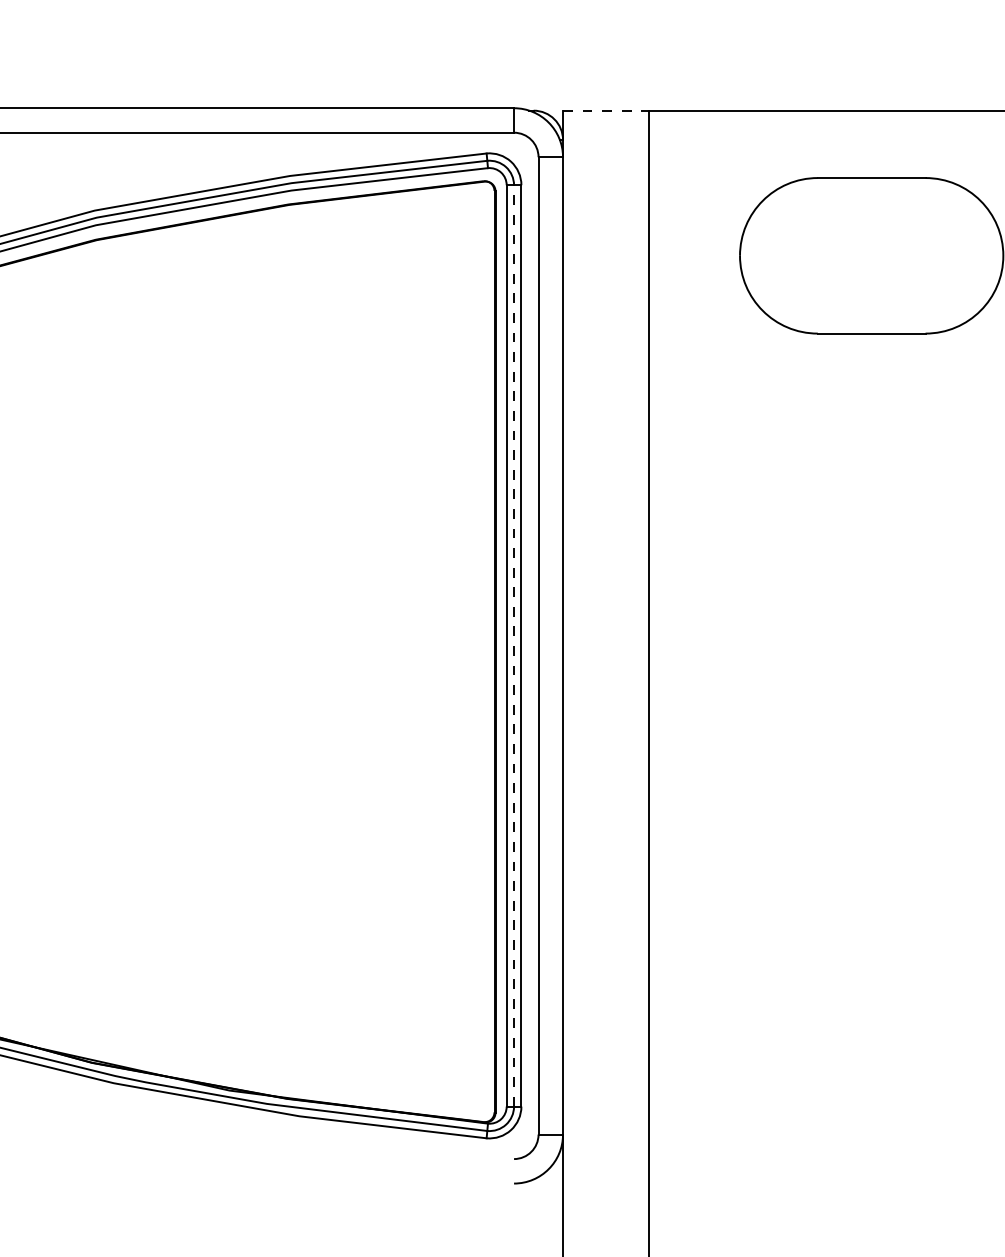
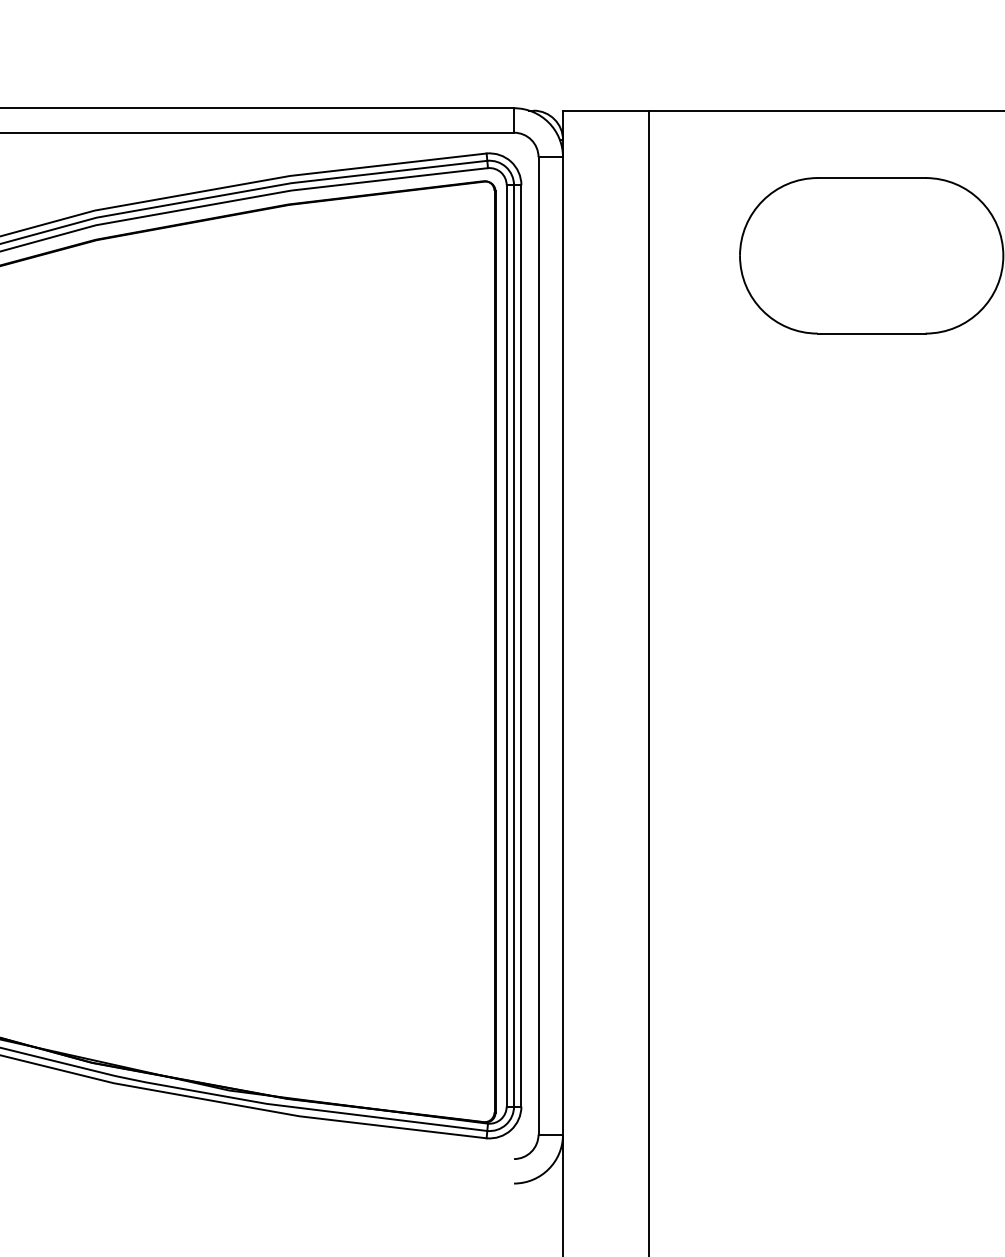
line at (605, 110): dashed -> solid
line at (514, 645): dashed -> solid
